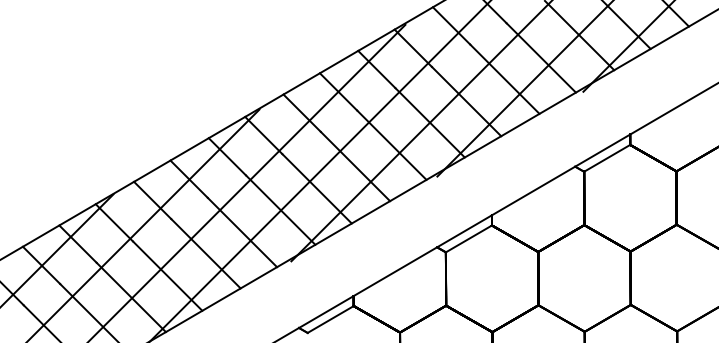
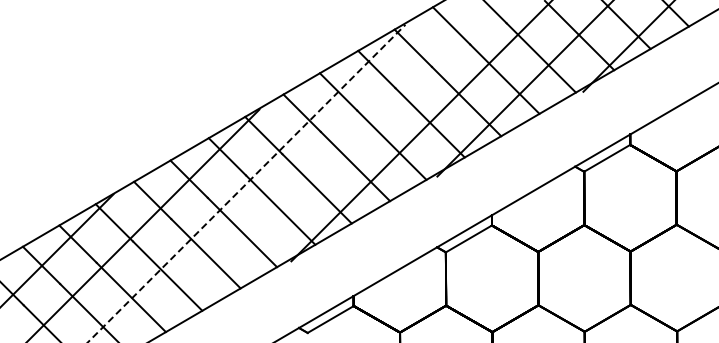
line at (320, 170): present -> none
line at (246, 183): solid -> dashed
